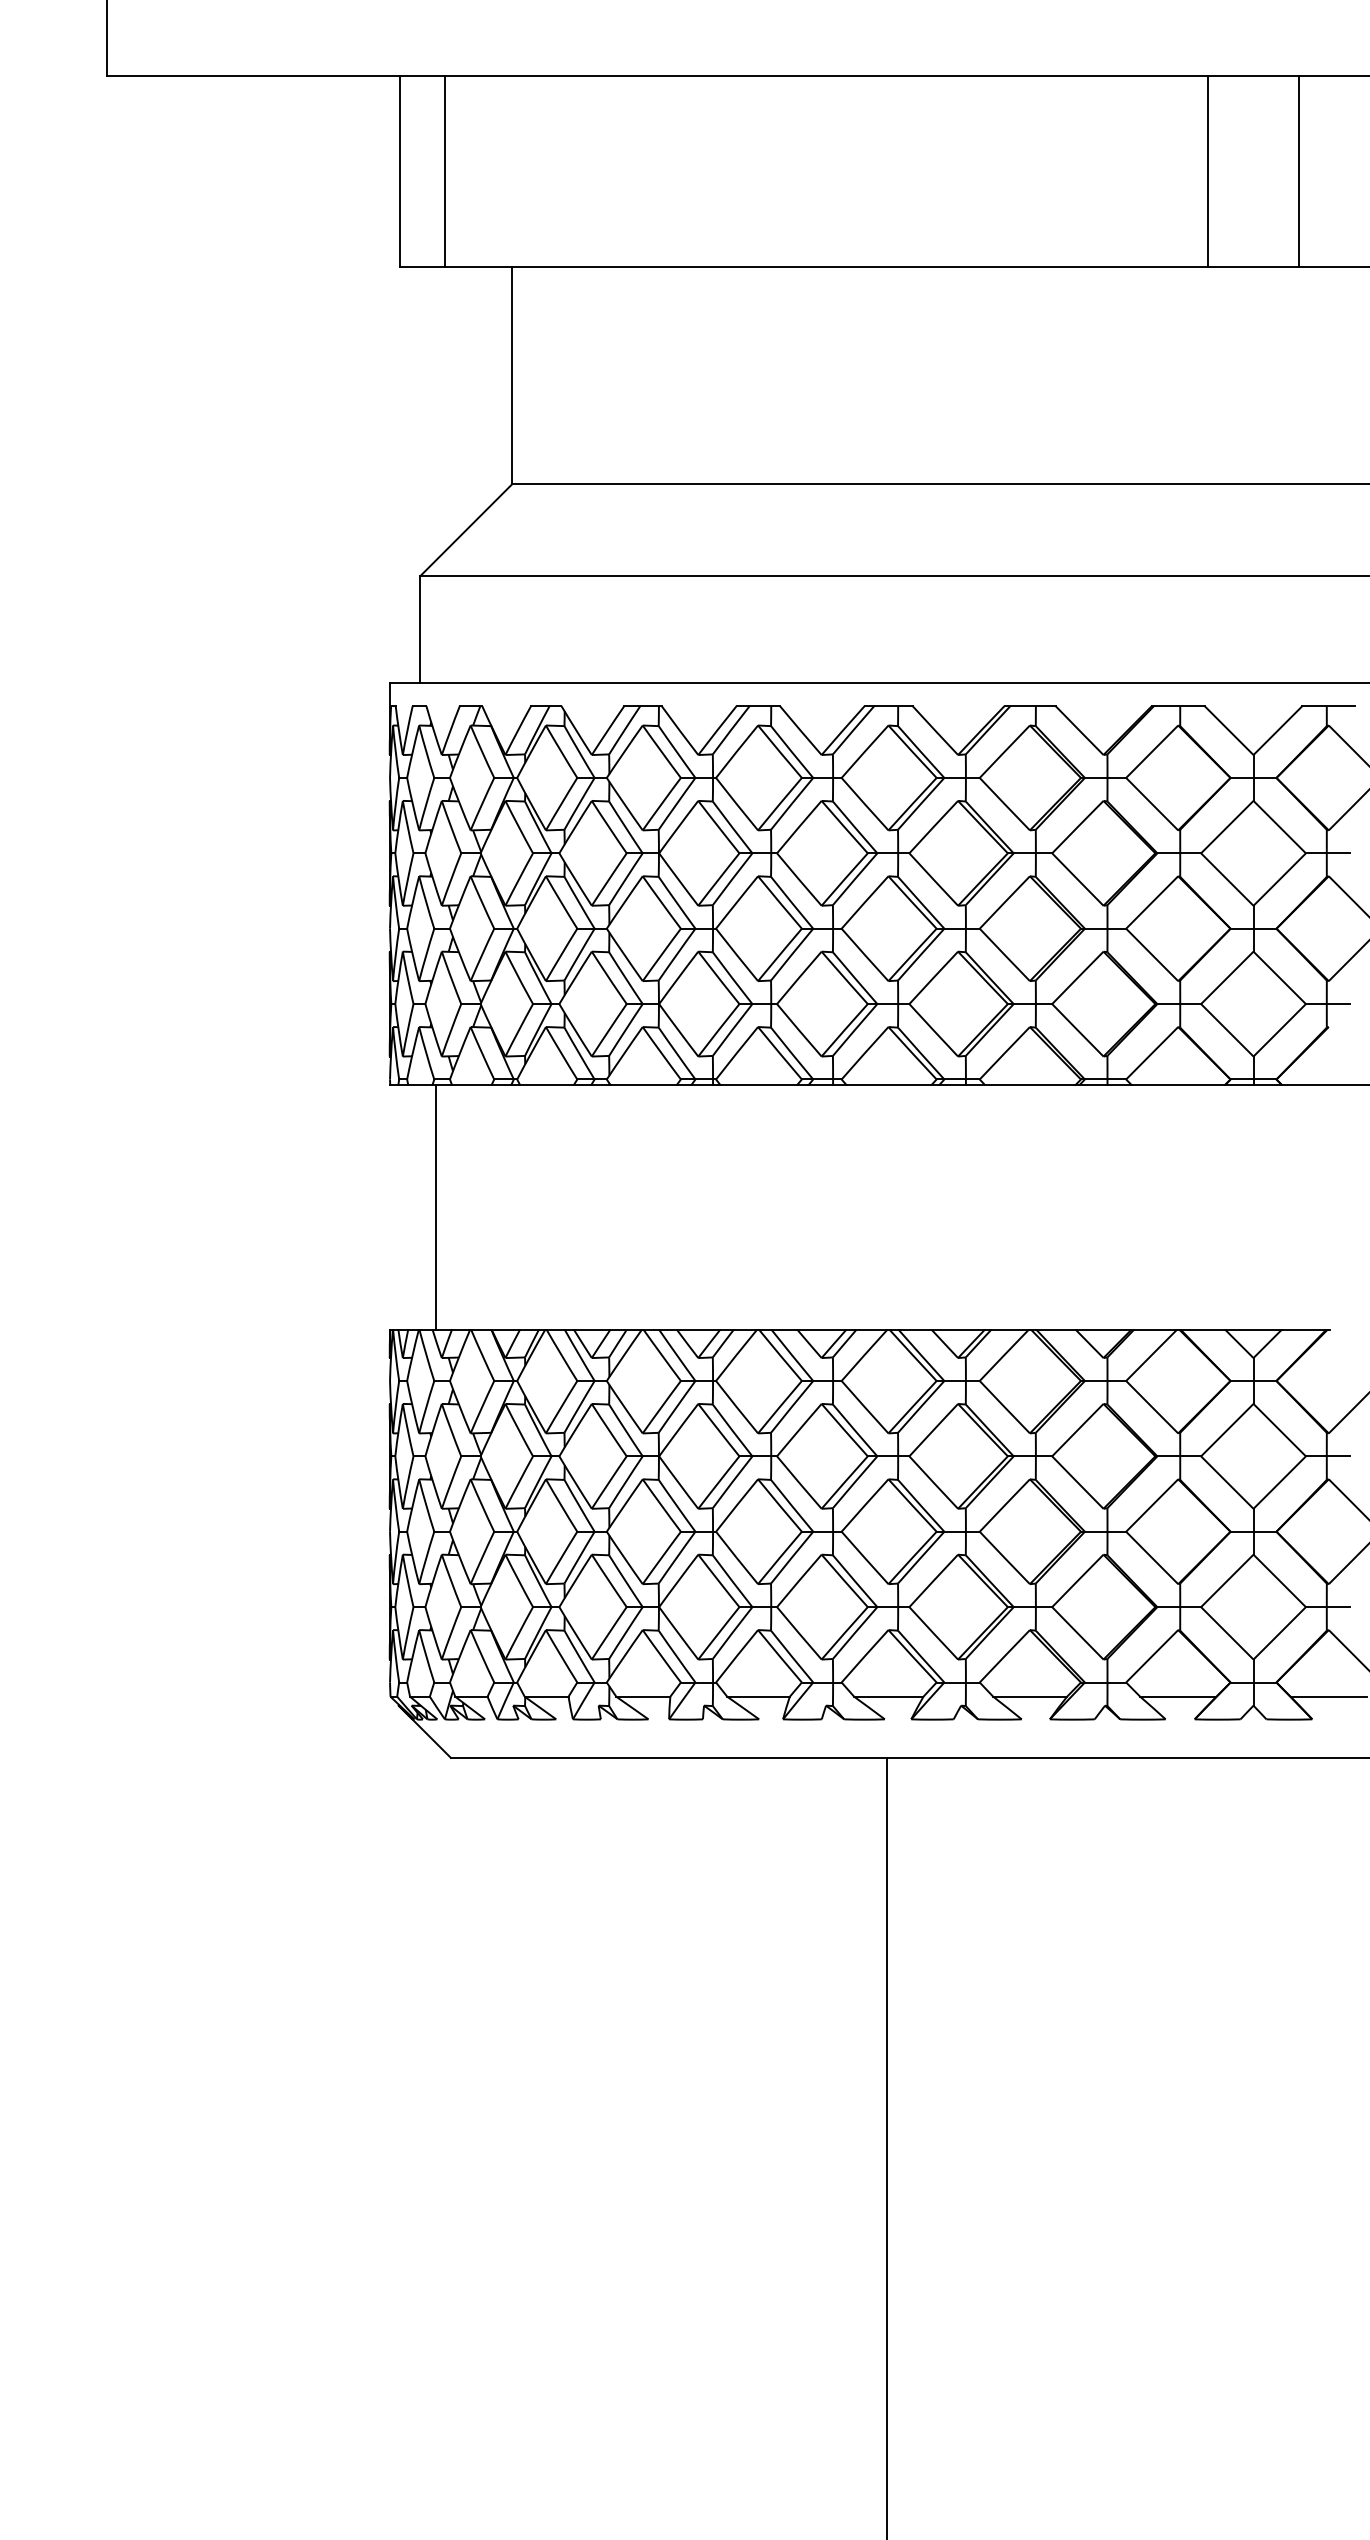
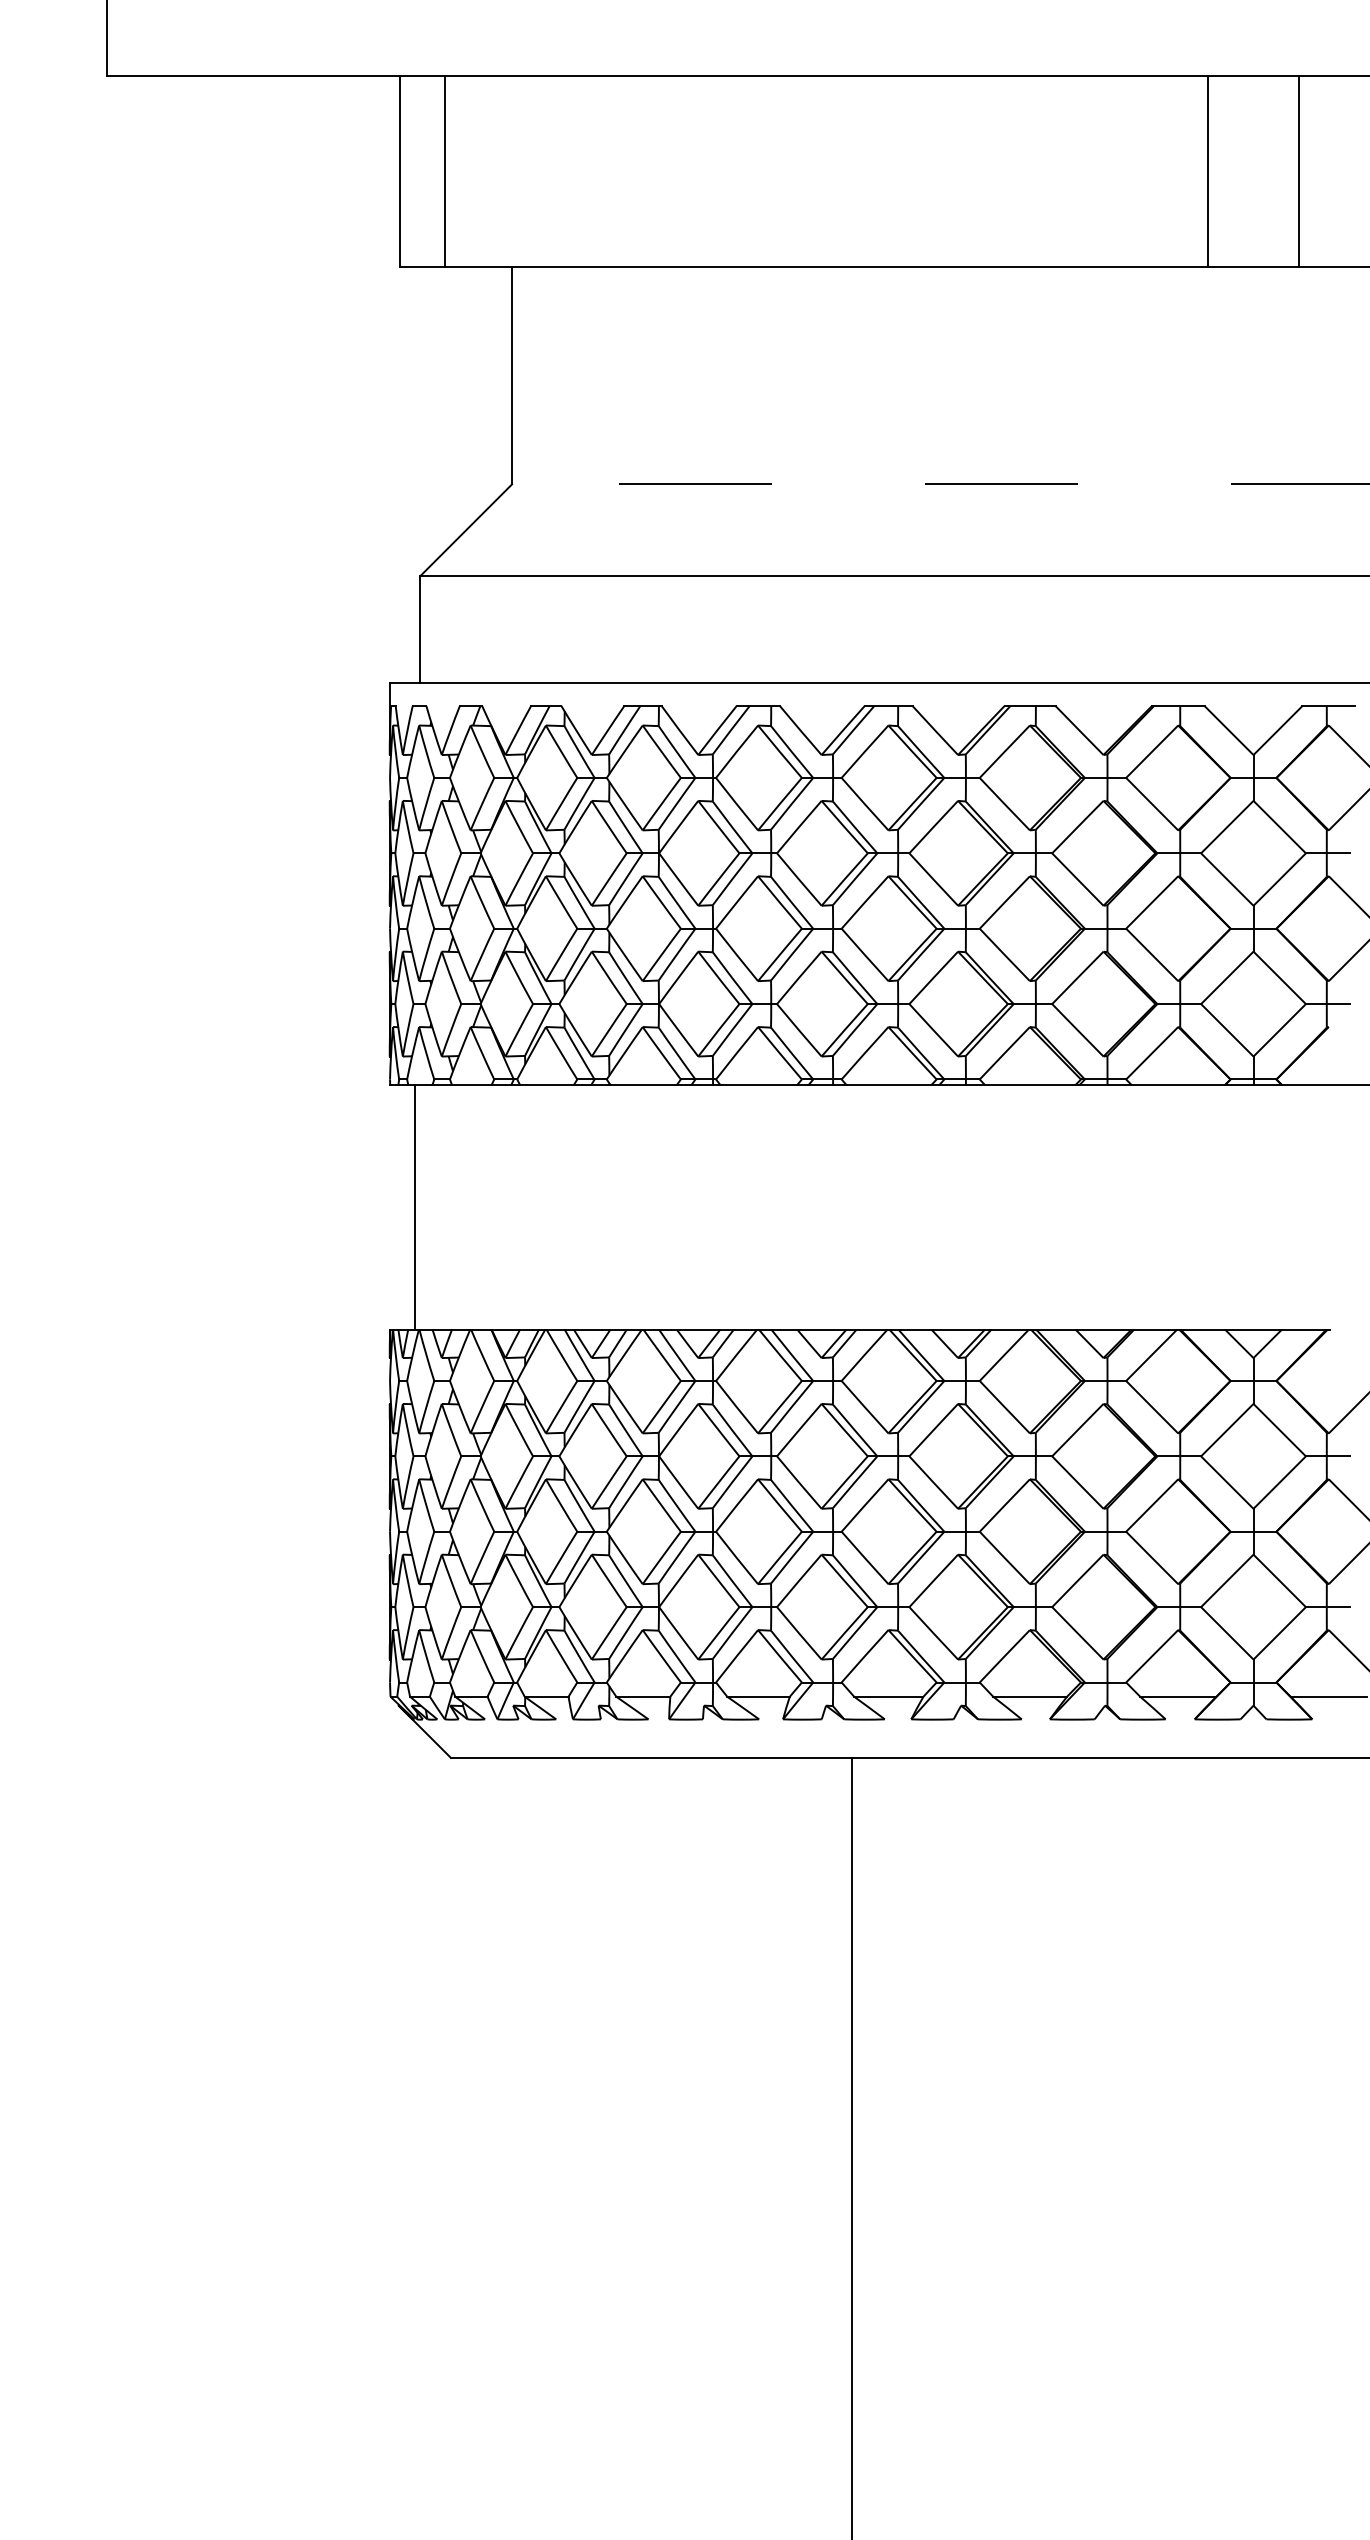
line at (940, 484): solid -> dashed
line at (435, 1207) position: (435, 1207) -> (414, 1207)
line at (886, 2146) position: (886, 2146) -> (851, 2146)
